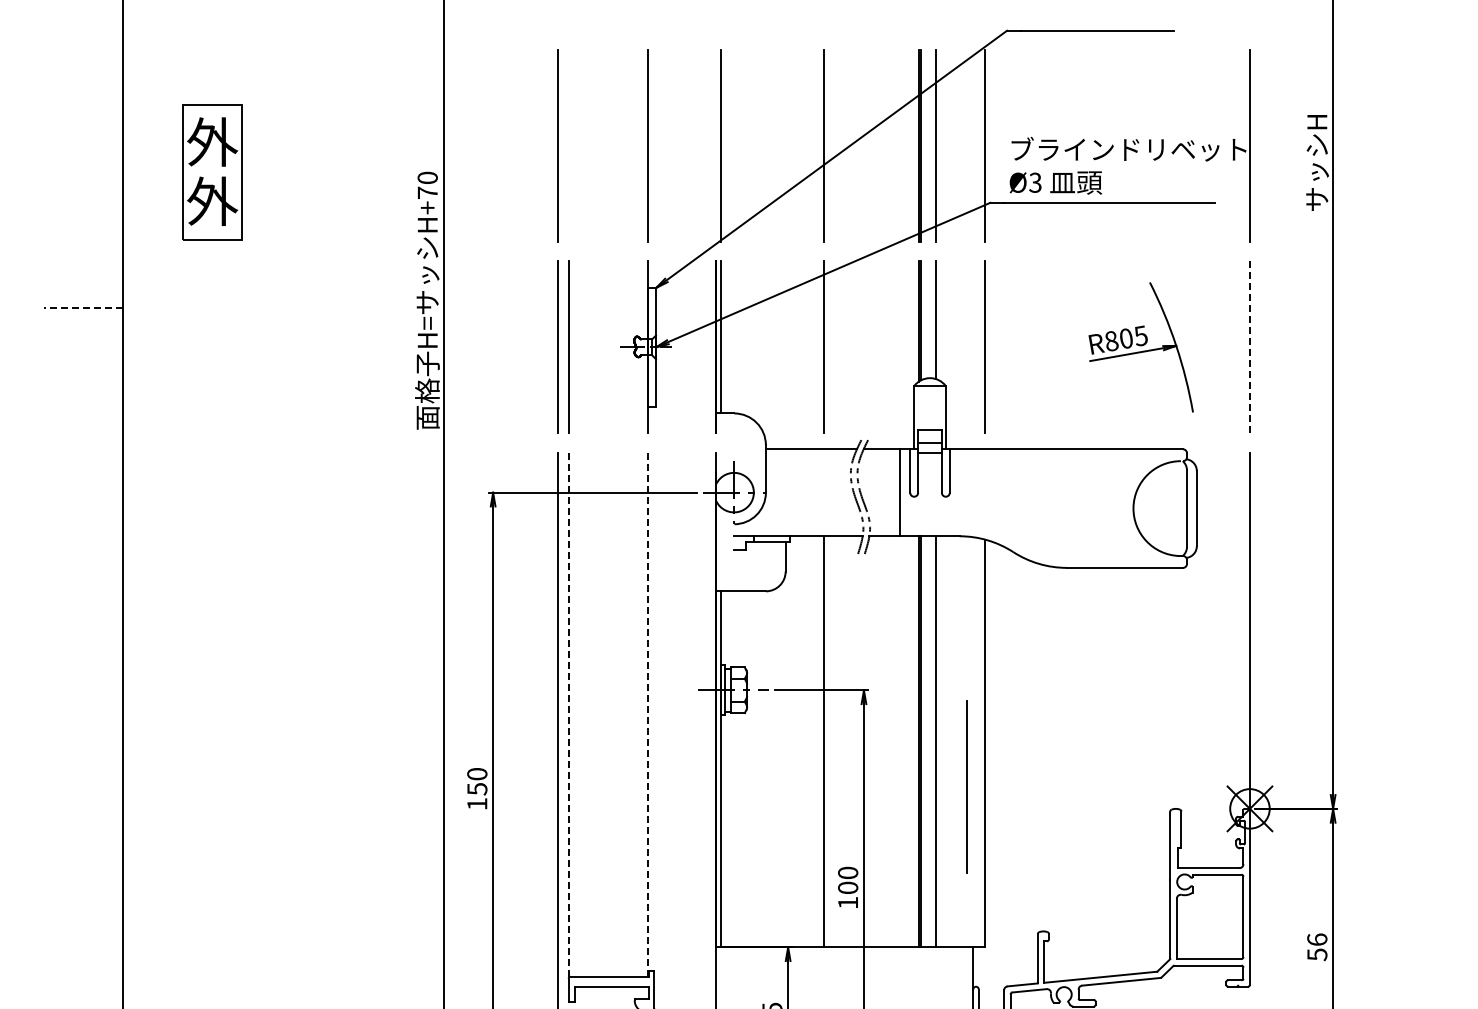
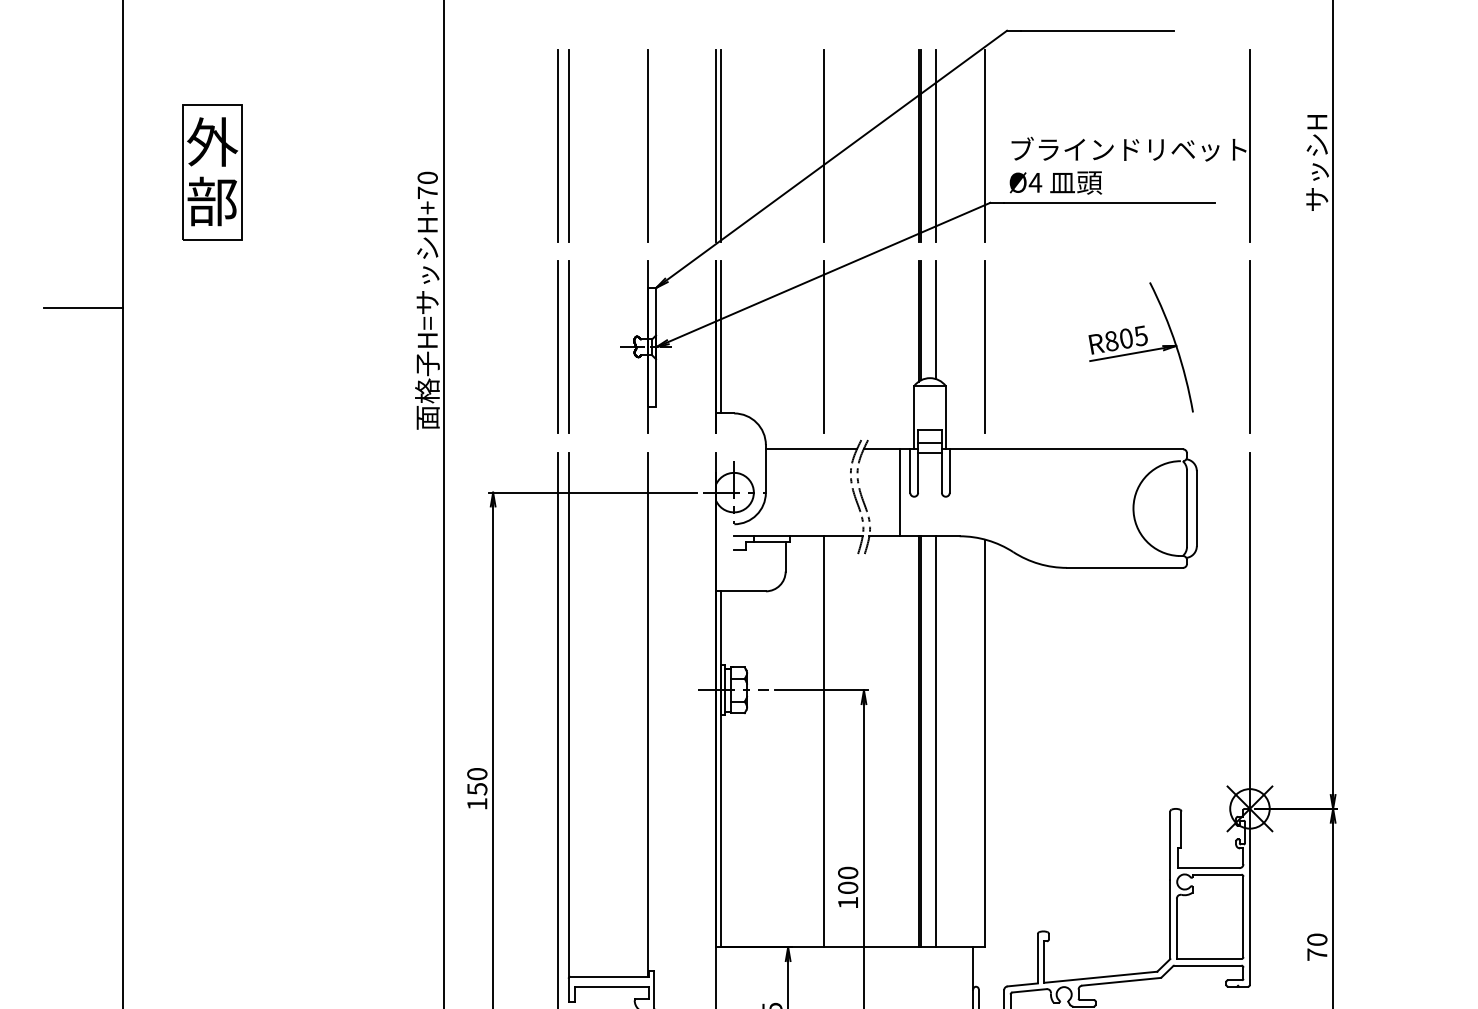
line at (568, 145): none -> present
line at (716, 145): none -> present
text at (1035, 182): Ø3 -> Ø4
text at (212, 201): 外 -> 部
line at (83, 308): dashed -> solid
line at (1249, 347): dashed -> solid
line at (569, 715): dashed -> solid
line at (648, 715): dashed -> solid
line at (966, 786): present -> none
text at (1317, 947): 56 -> 70
